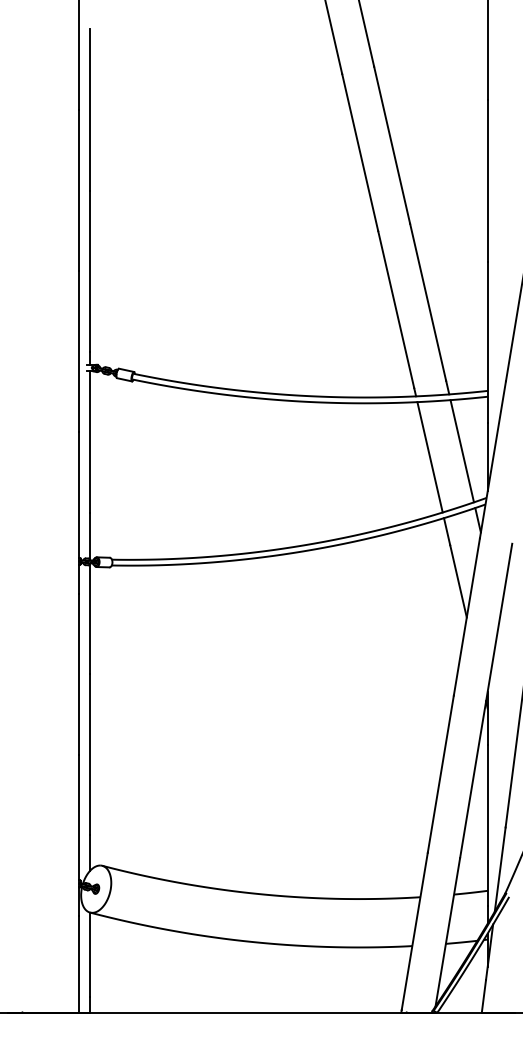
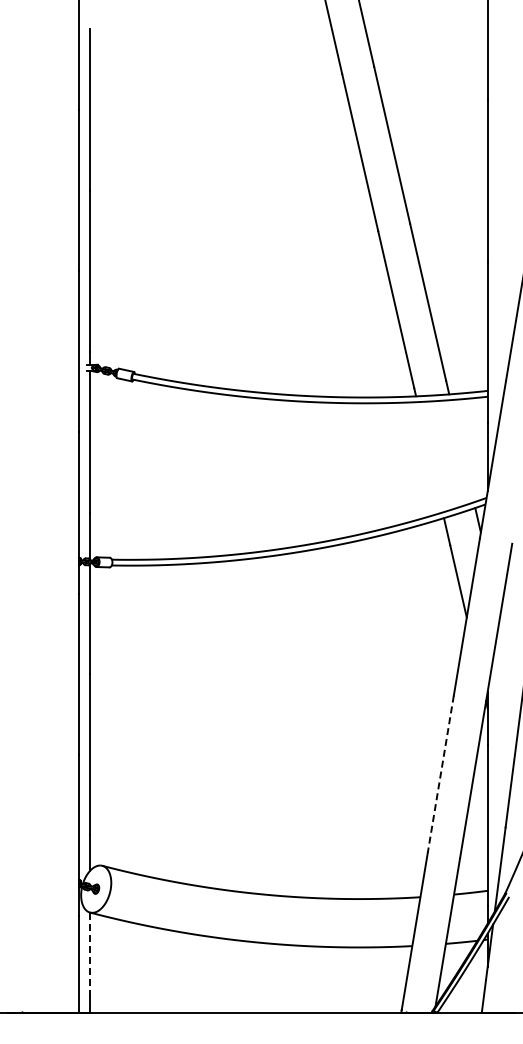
line at (461, 451): present -> none
line at (429, 457): present -> none
line at (440, 774): solid -> dashed
line at (90, 954): solid -> dashed
